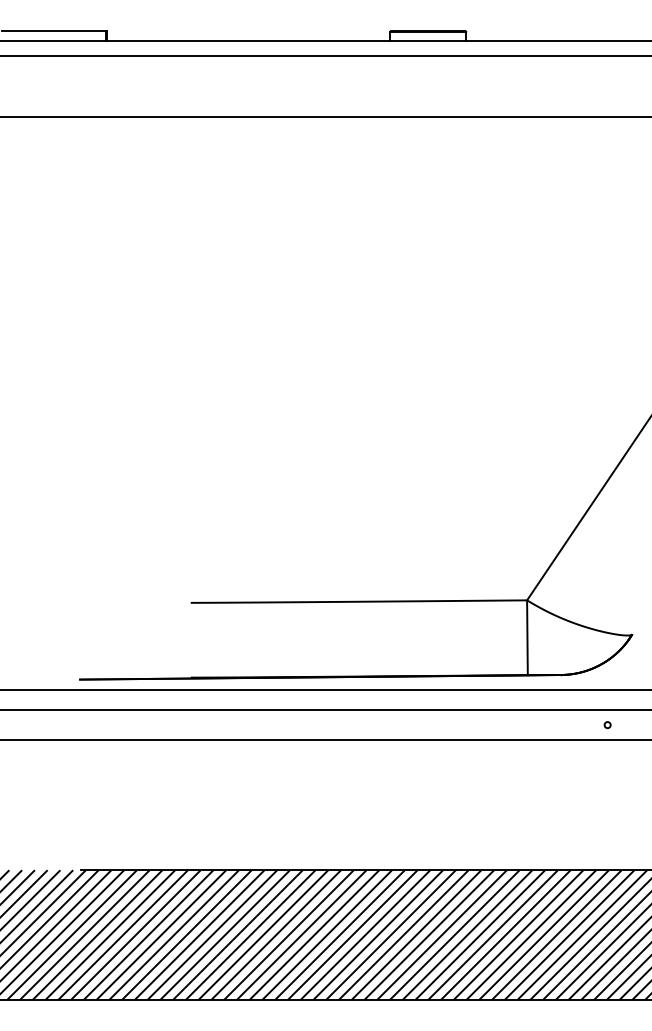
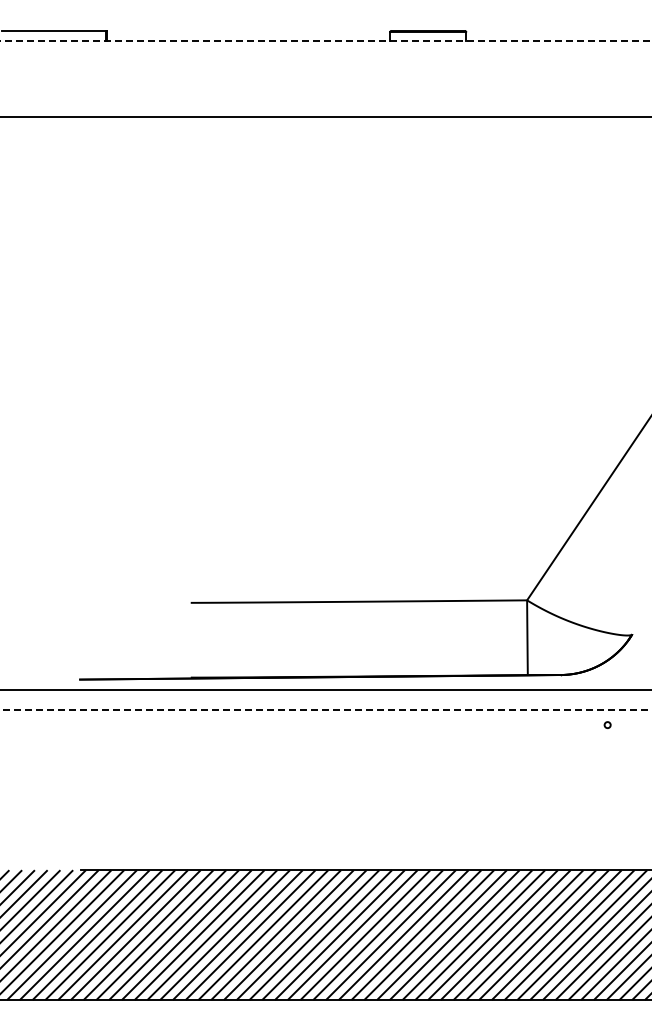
line at (325, 41): solid -> dashed
line at (325, 56): present -> none
line at (325, 709): solid -> dashed
line at (325, 740): present -> none
